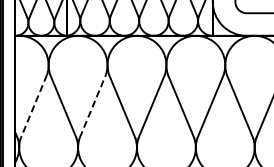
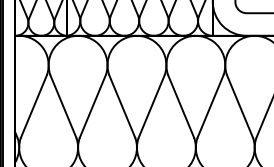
line at (33, 106): dashed -> solid
line at (92, 106): dashed -> solid
